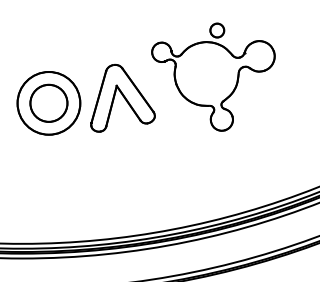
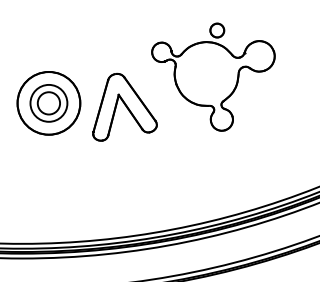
part at (122, 98) position: (122, 98) -> (124, 107)
circle at (48, 102) diameter: 37 px -> 22 px
